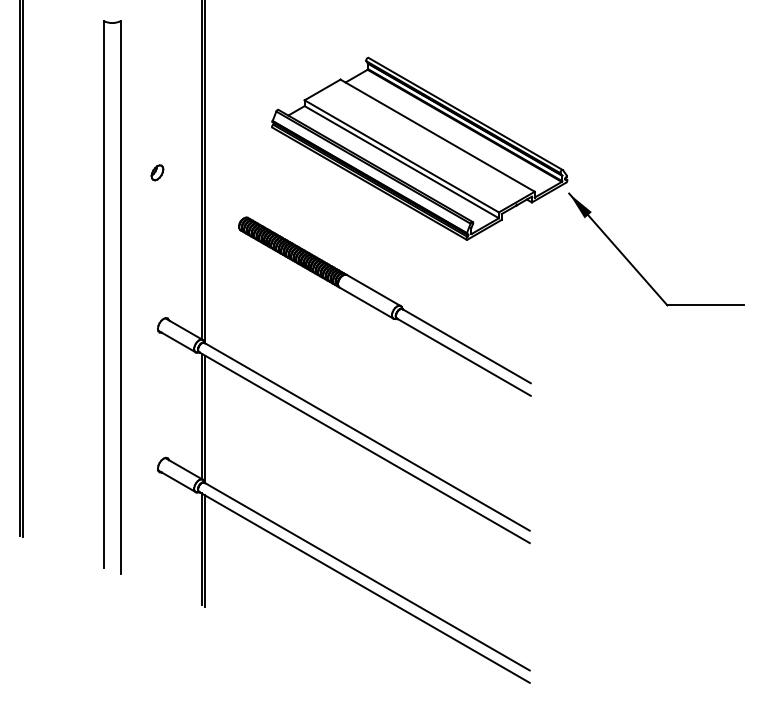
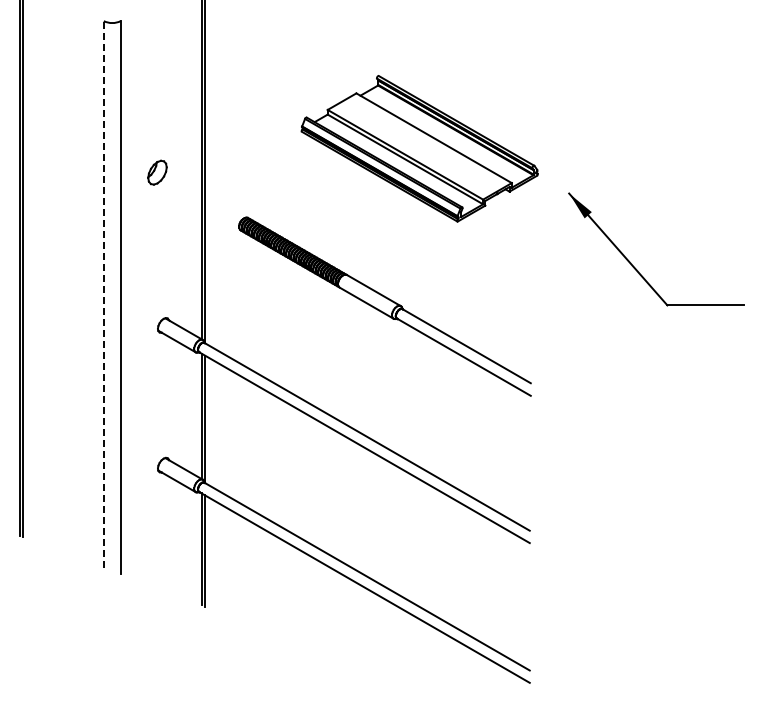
part at (419, 148) size: 298x185 px -> 239x148 px
part at (157, 172) size: 15x18 px -> 21x27 px
line at (103, 294): solid -> dashed
